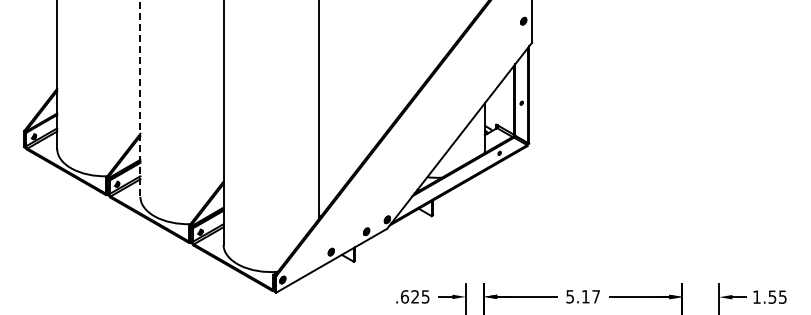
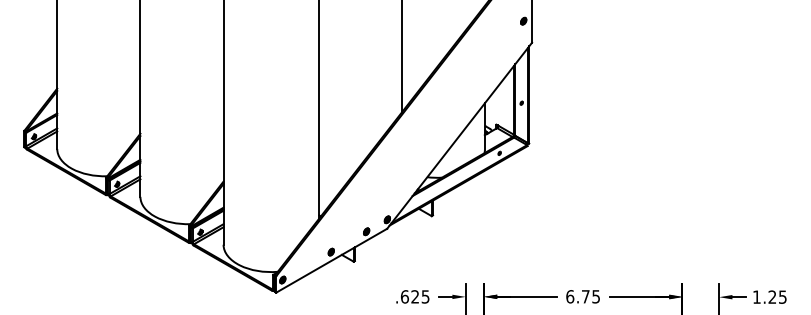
line at (401, 57): none -> present
line at (140, 98): dashed -> solid
text at (582, 296): 5.17 -> 6.75
text at (772, 296): 1.55 -> 1.25
